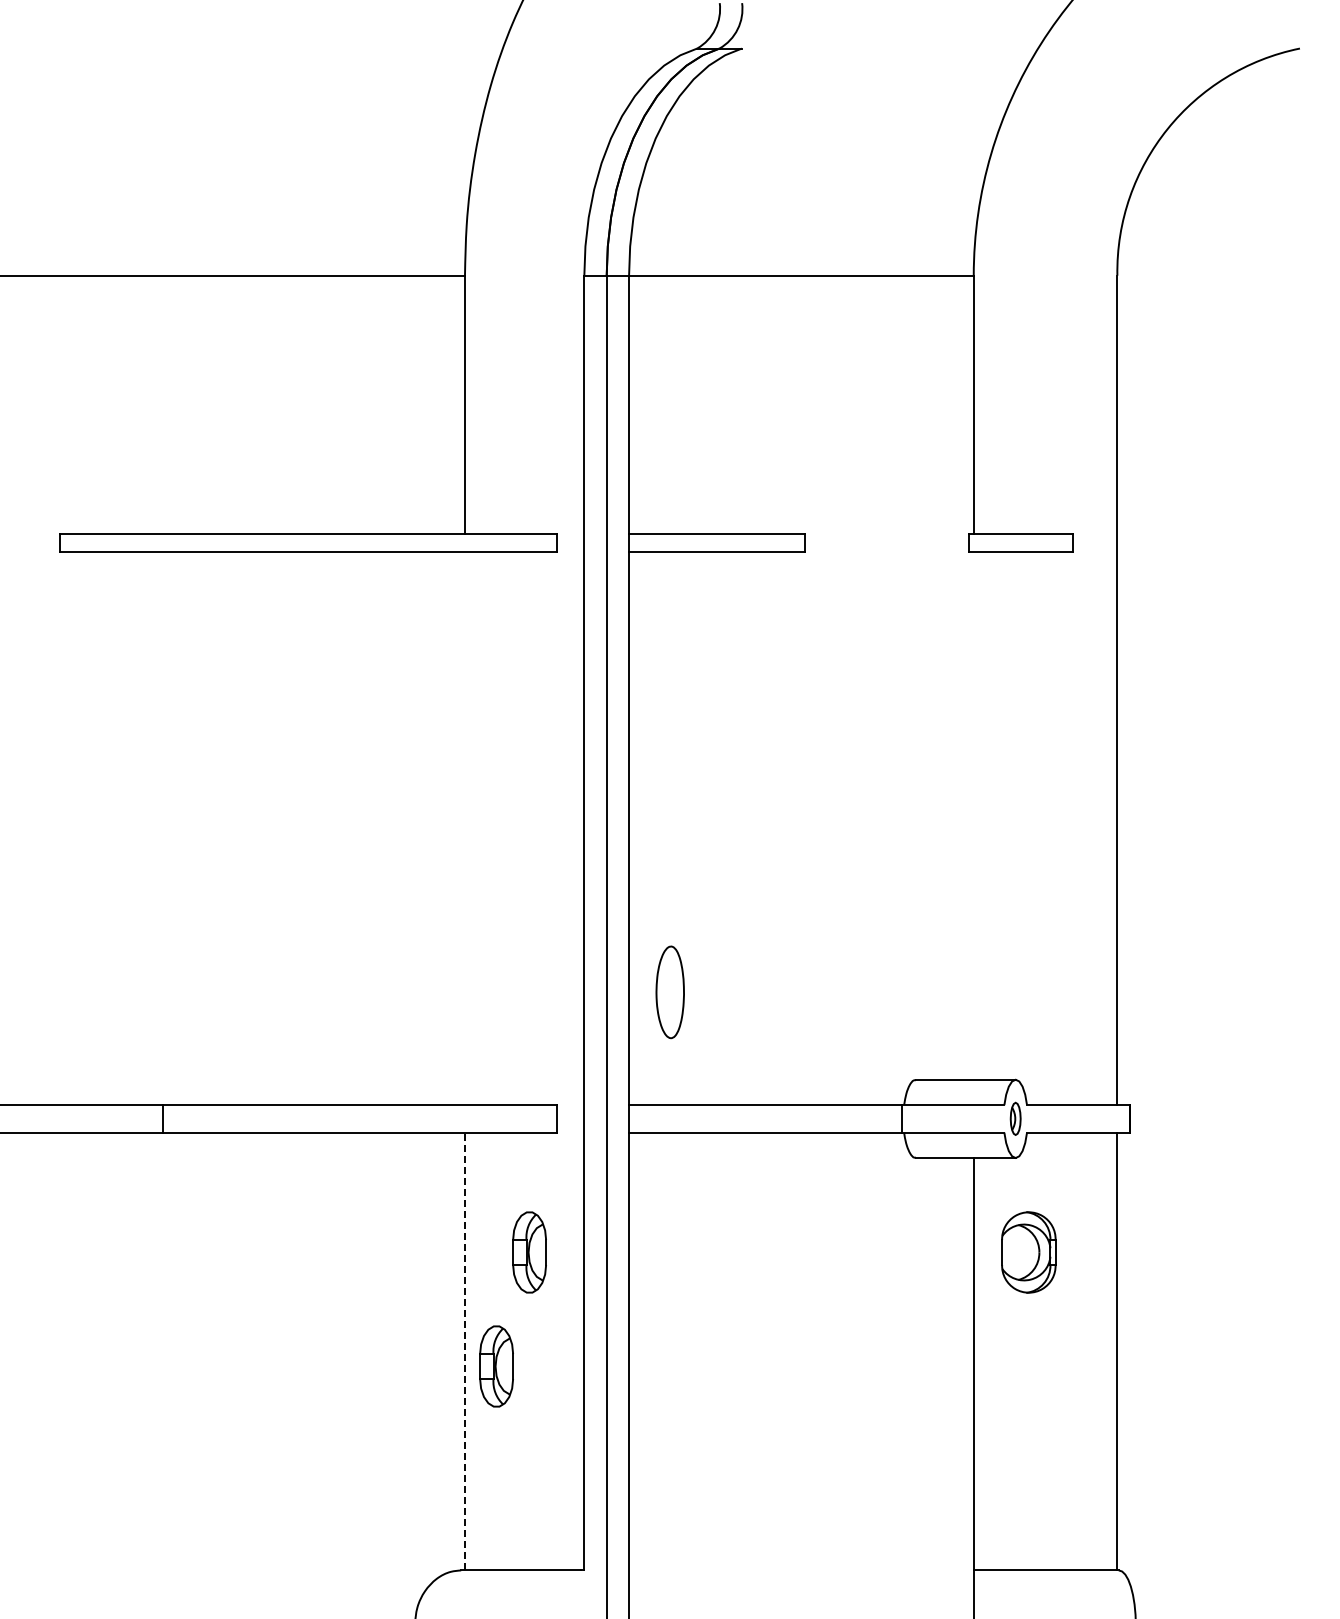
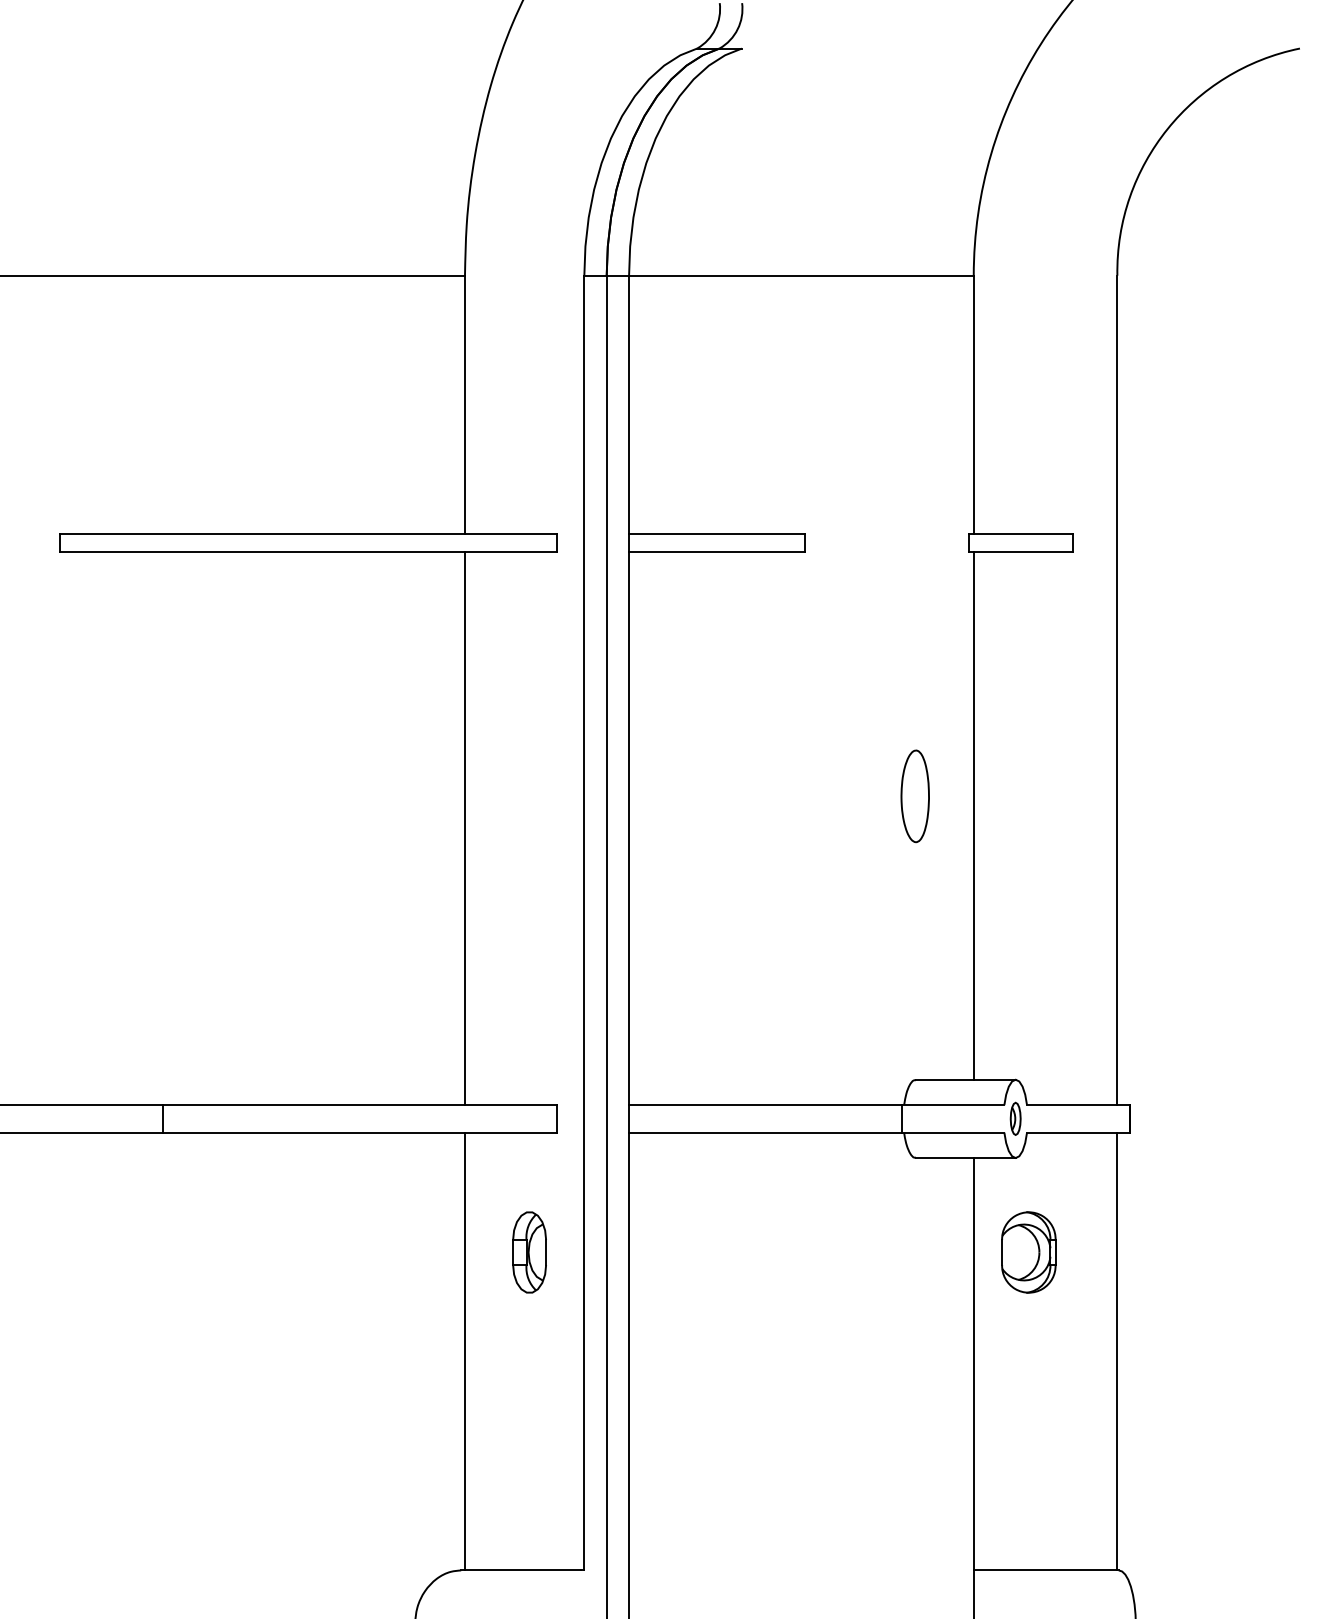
line at (973, 815): none -> present
line at (464, 828): none -> present
part at (669, 992) position: (669, 992) -> (914, 796)
line at (464, 1351): dashed -> solid
part at (496, 1366): present -> none
